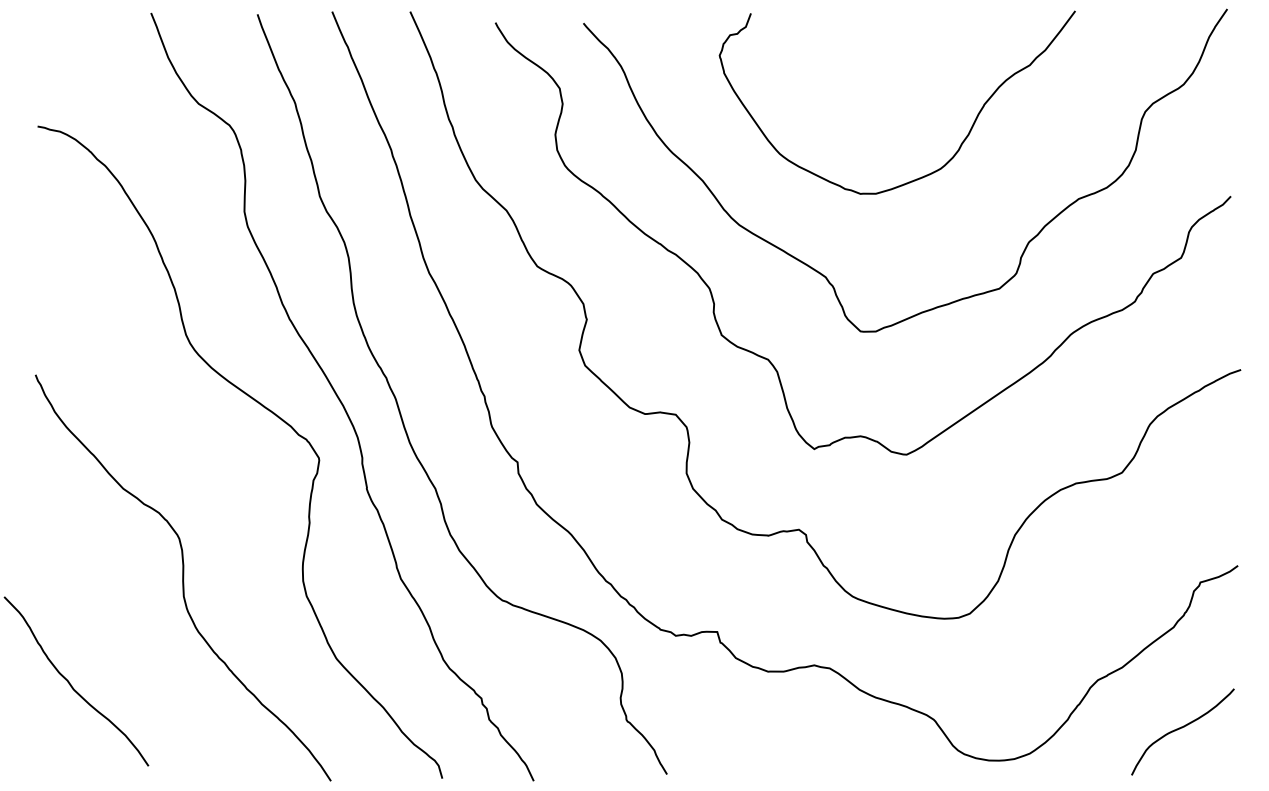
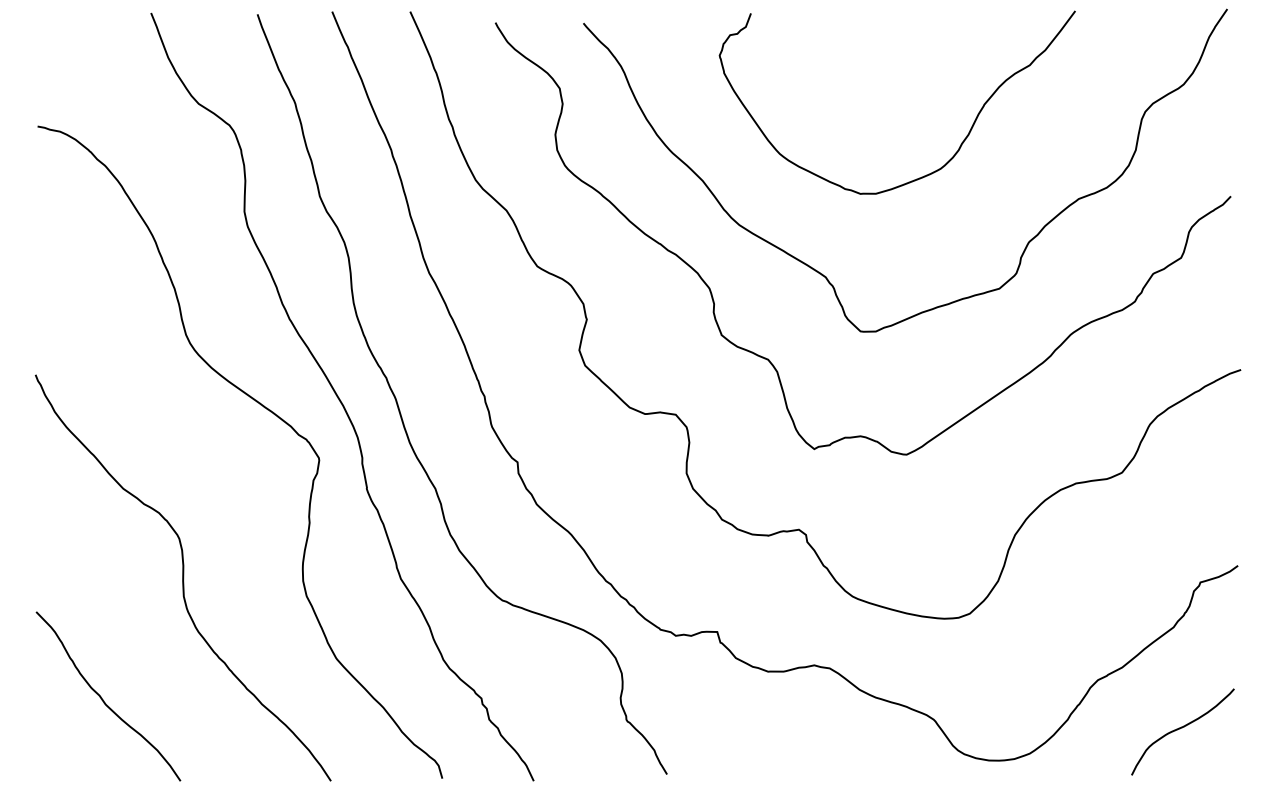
curve at (72, 685) position: (72, 685) -> (104, 700)
